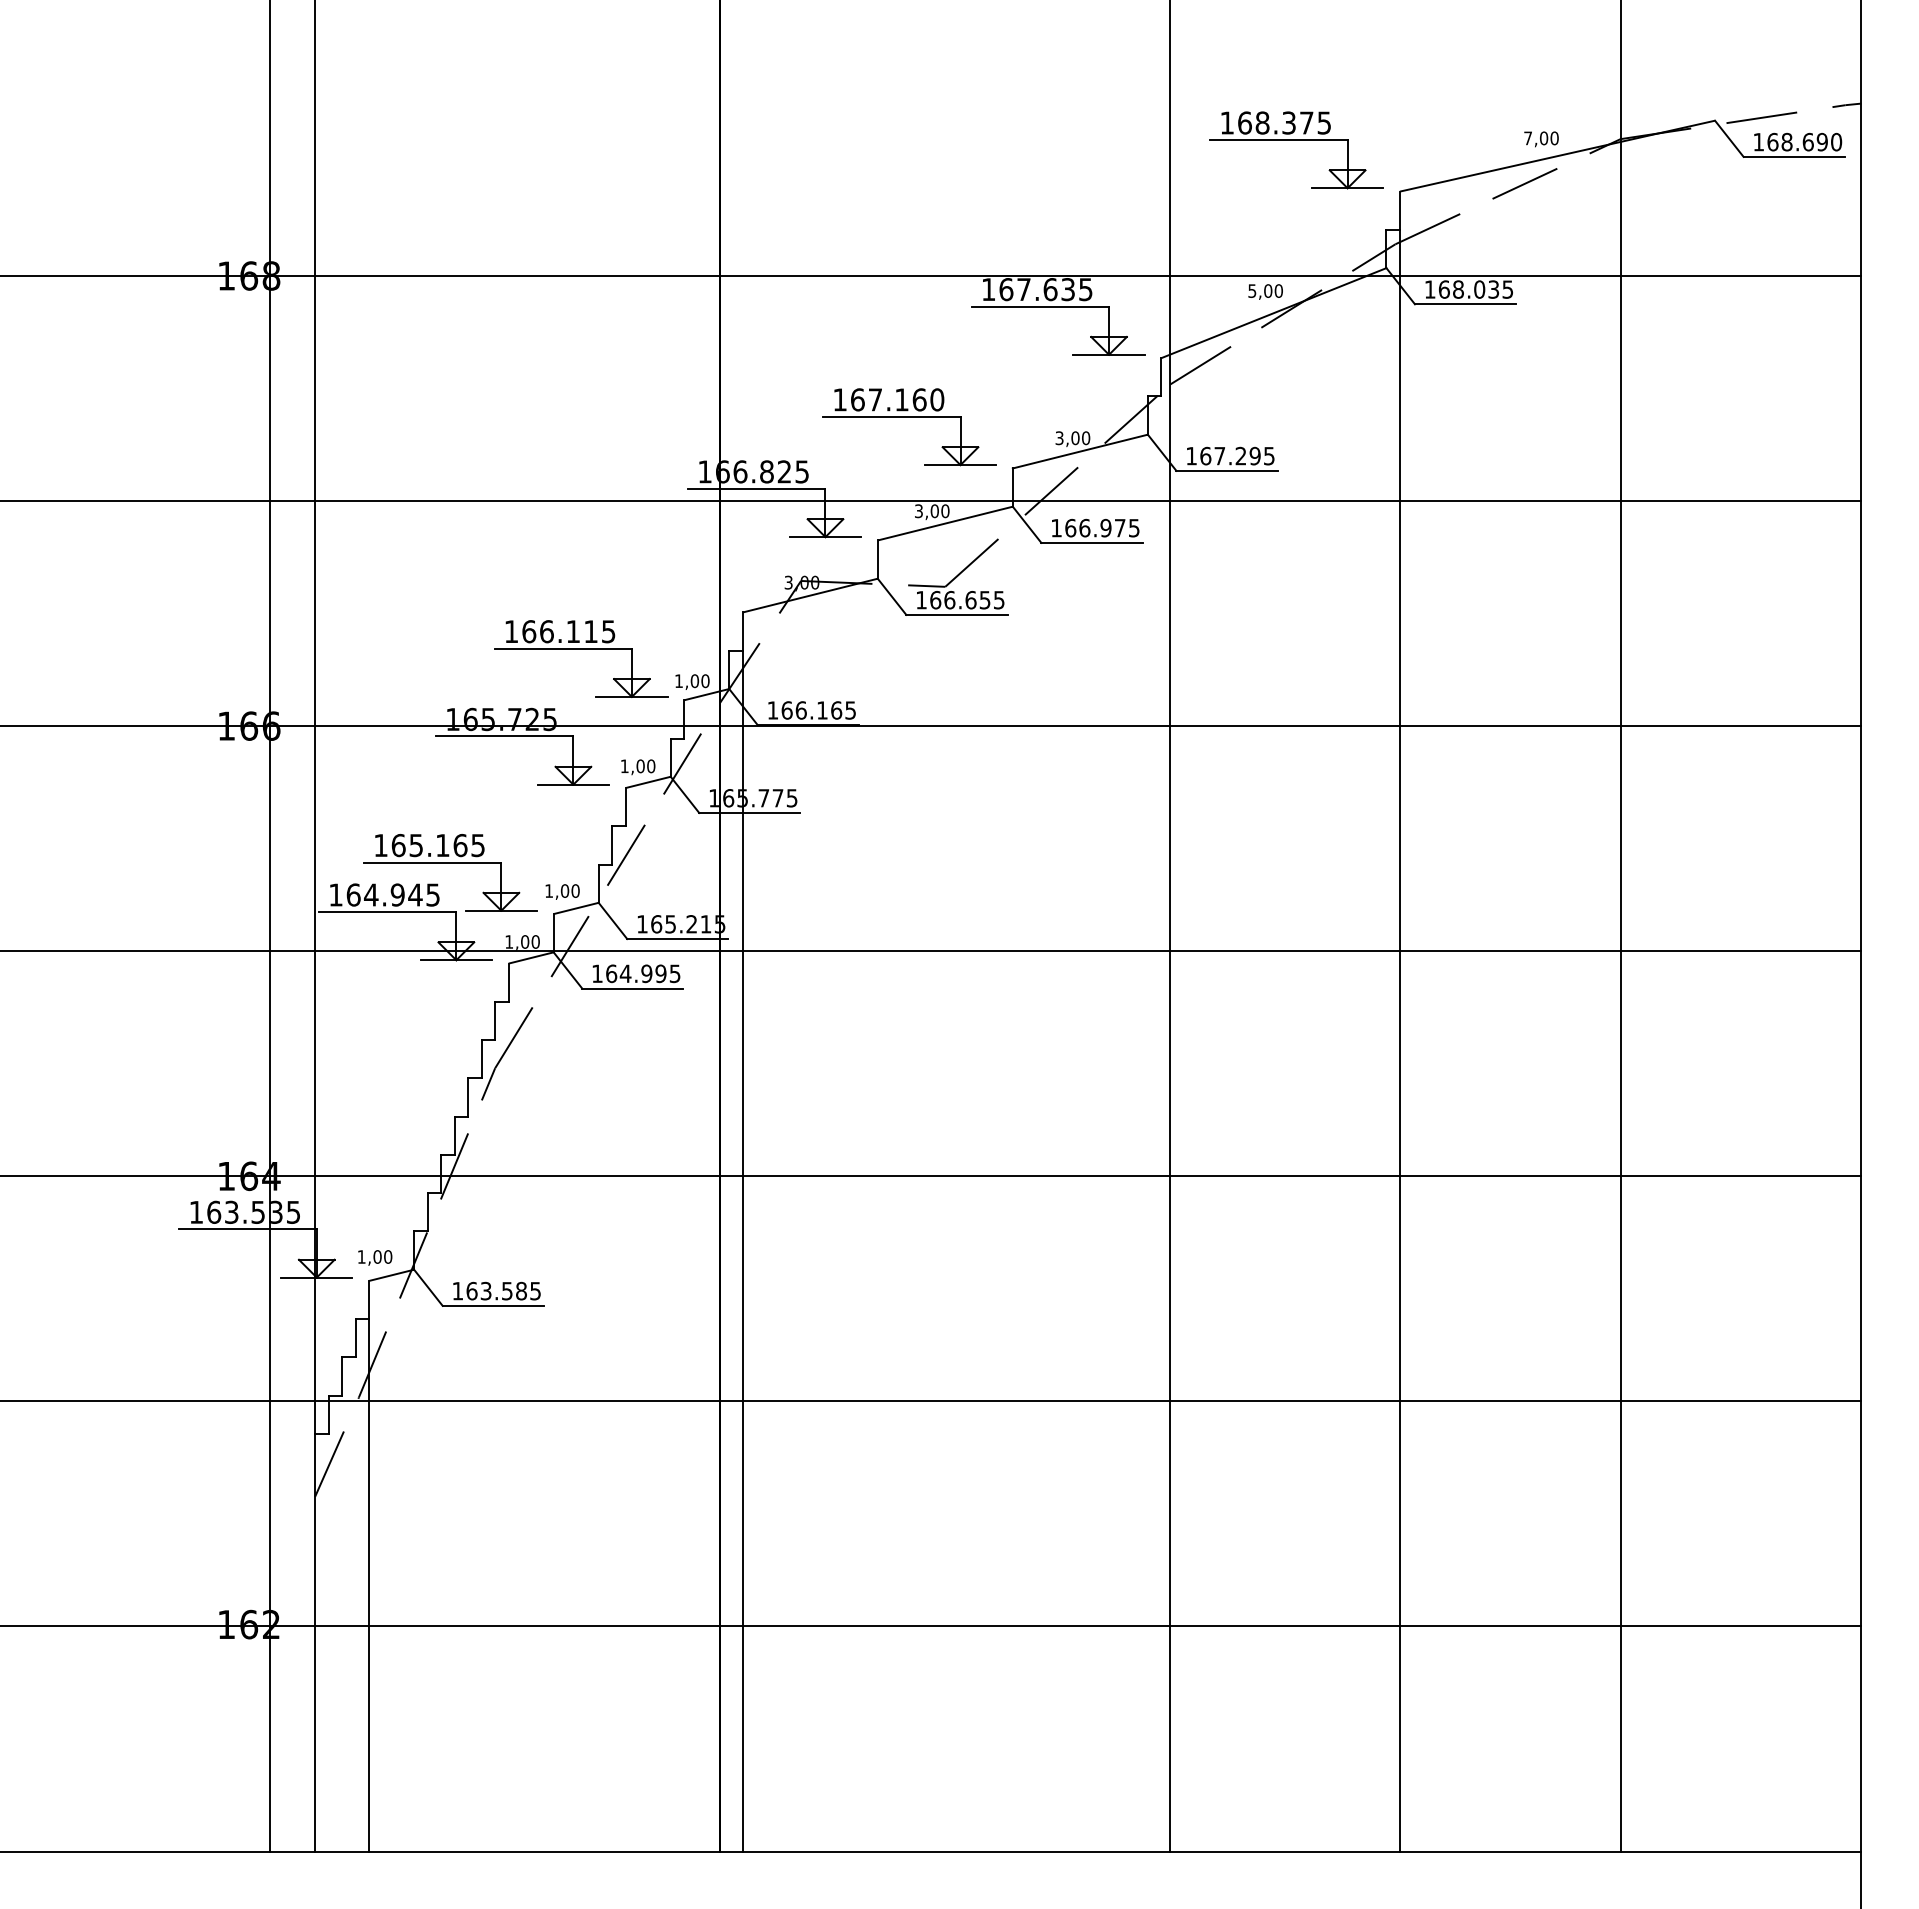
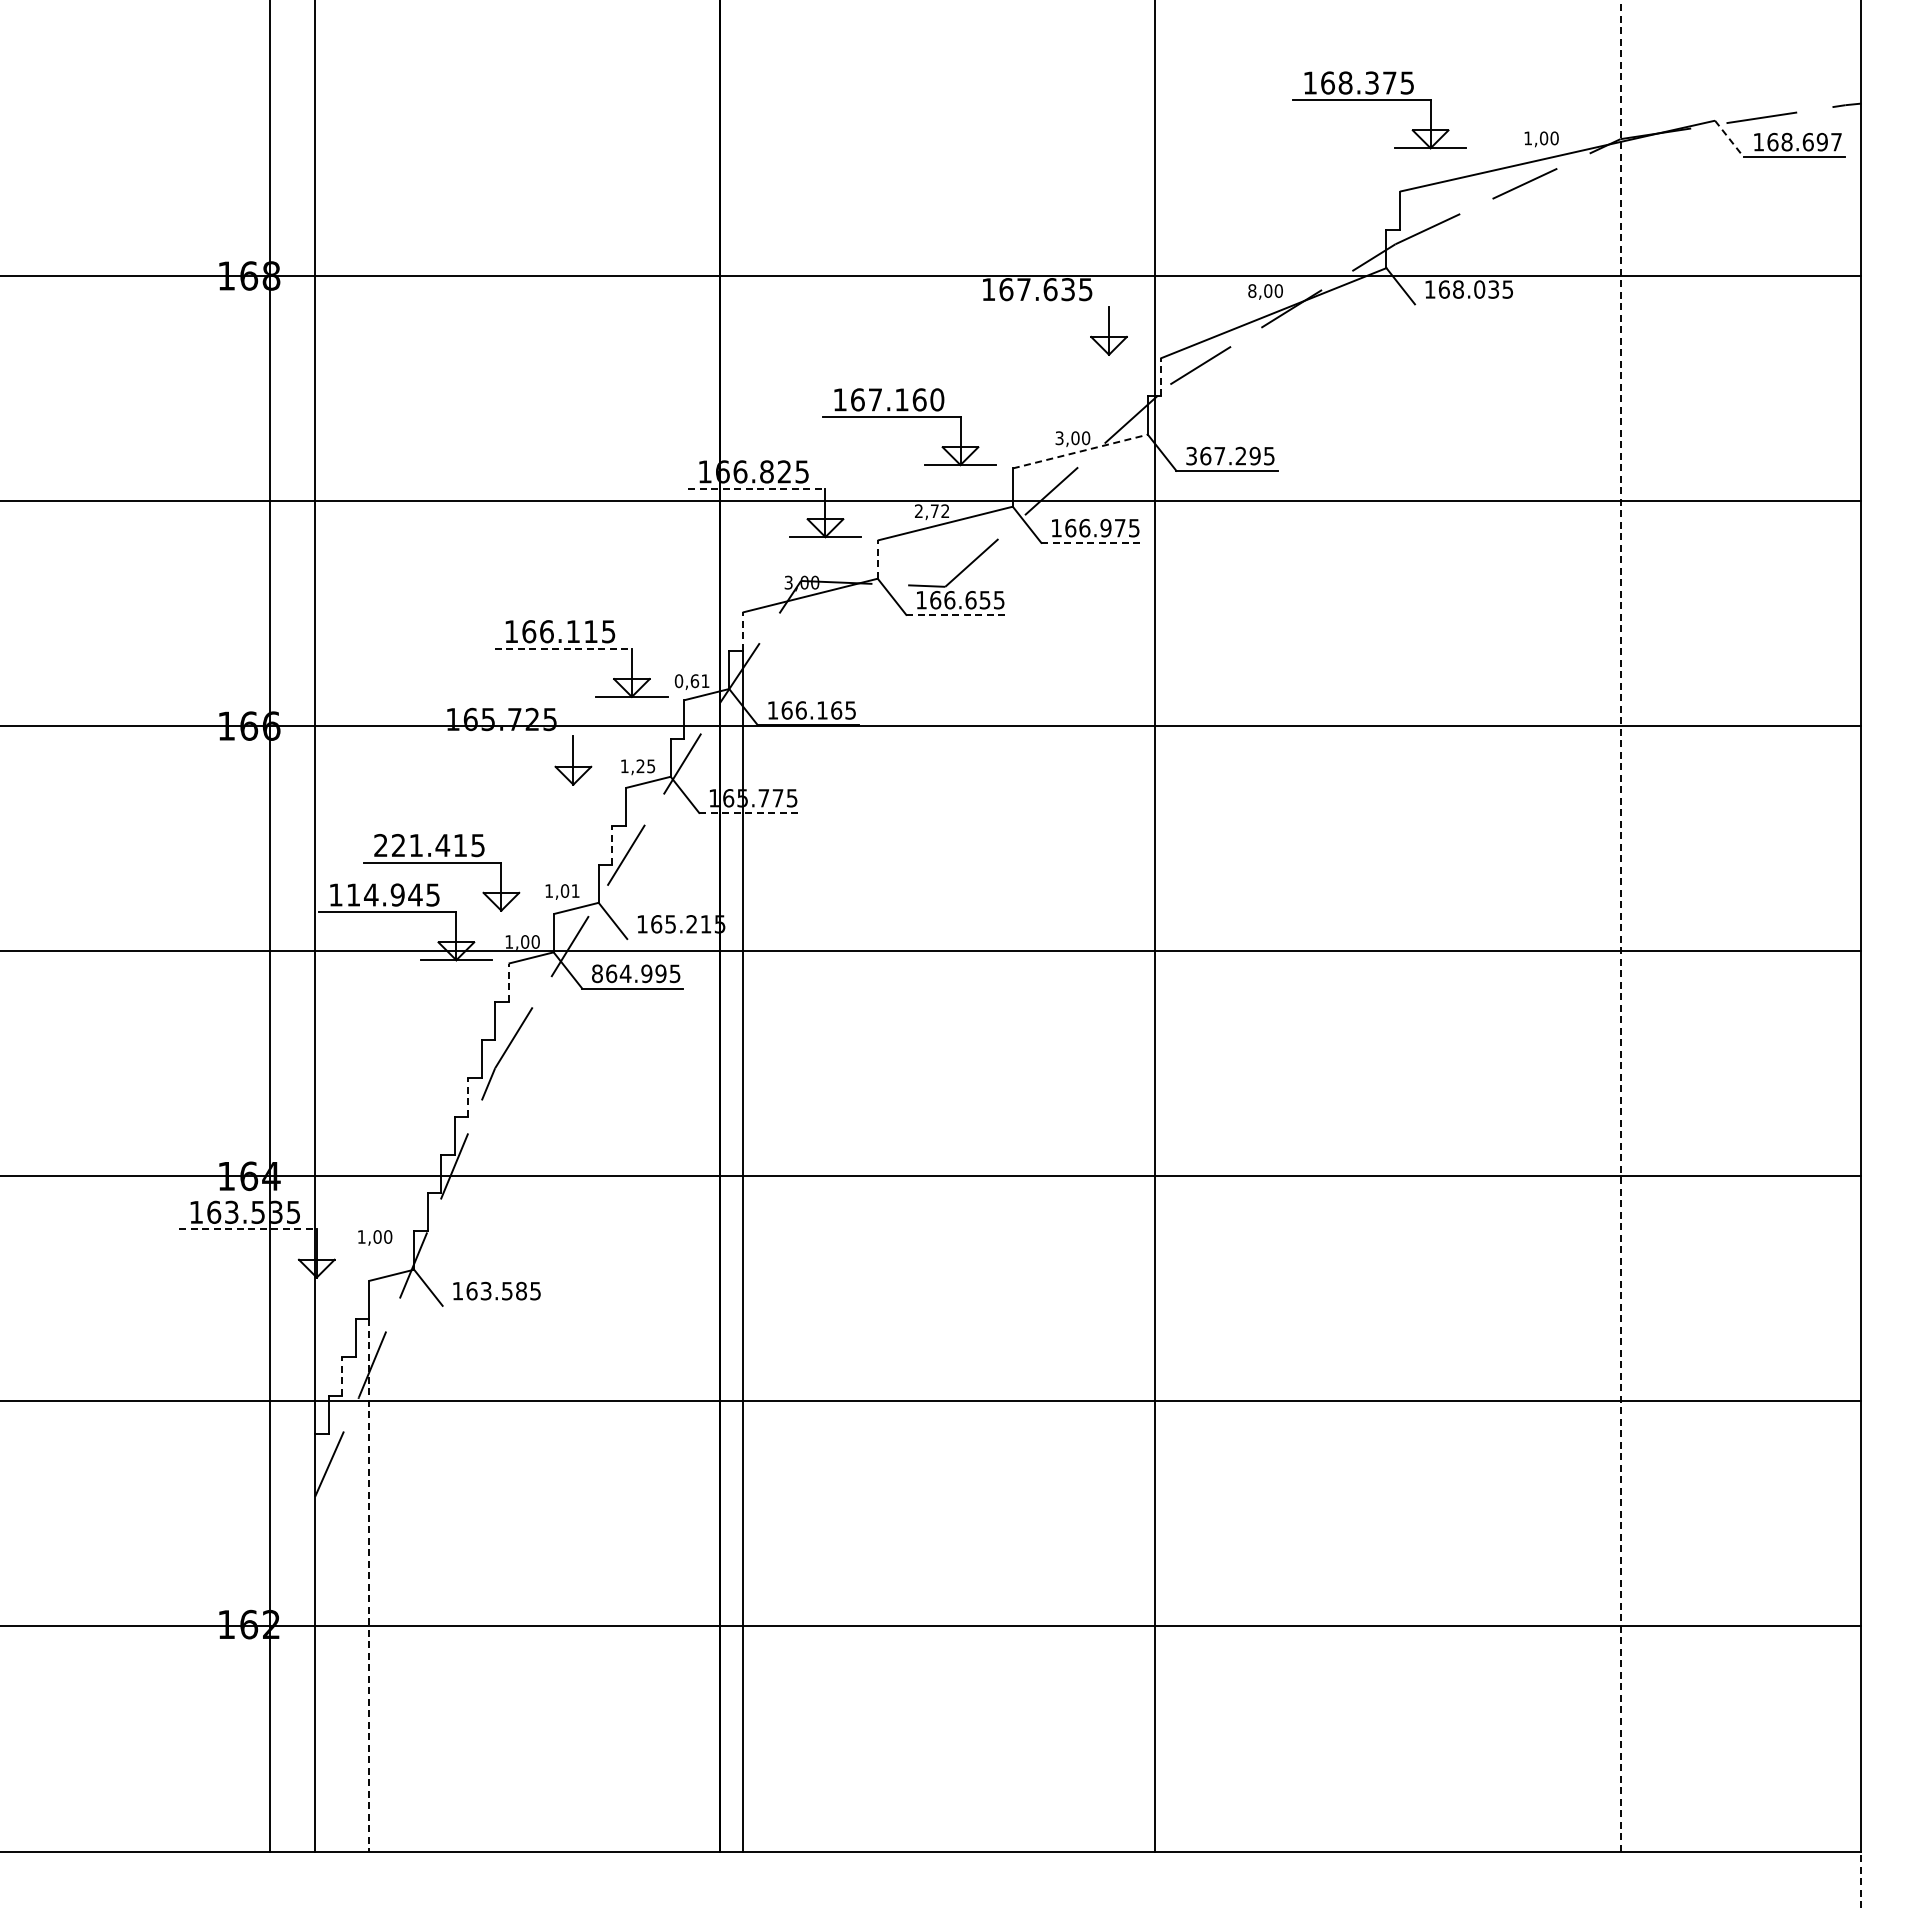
text at (1527, 138): 7,00 -> 1,00
line at (1729, 139): solid -> dashed
part at (1296, 140) position: (1296, 140) -> (1379, 100)
text at (1836, 141): 168.690 -> 168.697
text at (1252, 290): 5,00 -> 8,00
line at (1465, 304): present -> none
line at (1040, 306): present -> none
line at (1108, 354): present -> none
line at (1161, 376): solid -> dashed
line at (1080, 451): solid -> dashed
text at (1191, 455): 167.295 -> 367.295
line at (756, 488): solid -> dashed
text at (932, 511): 3,00 -> 2,72
line at (1091, 542): solid -> dashed
line at (877, 559): solid -> dashed
line at (956, 614): solid -> dashed
line at (742, 631): solid -> dashed
line at (563, 648): solid -> dashed
text at (691, 681): 1,00 -> 0,61
line at (504, 736): present -> none
text at (645, 766): 1,00 -> 1,25
line at (573, 784): present -> none
line at (749, 812): solid -> dashed
line at (612, 844): solid -> dashed
text at (420, 845): 165.165 -> 221.415
text at (575, 890): 1,00 -> 1,01
text at (353, 894): 164.945 -> 114.945
line at (501, 910): present -> none
line at (1620, 925): solid -> dashed
line at (1170, 926) position: (1170, 926) -> (1155, 926)
line at (677, 939): present -> none
text at (597, 973): 164.995 -> 864.995
line at (508, 982): solid -> dashed
line at (1399, 1040): present -> none
line at (468, 1097): solid -> dashed
line at (248, 1229): solid -> dashed
text at (375, 1257) position: (375, 1257) -> (375, 1237)
line at (316, 1277): present -> none
line at (492, 1305): present -> none
line at (342, 1376): solid -> dashed
line at (369, 1585): solid -> dashed
line at (1861, 1879): solid -> dashed
